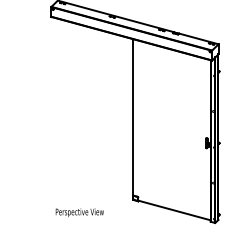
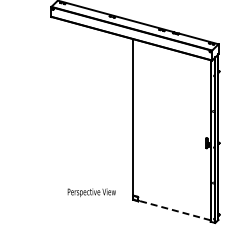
line at (173, 210): solid -> dashed
text at (79, 212) position: (79, 212) -> (91, 192)
